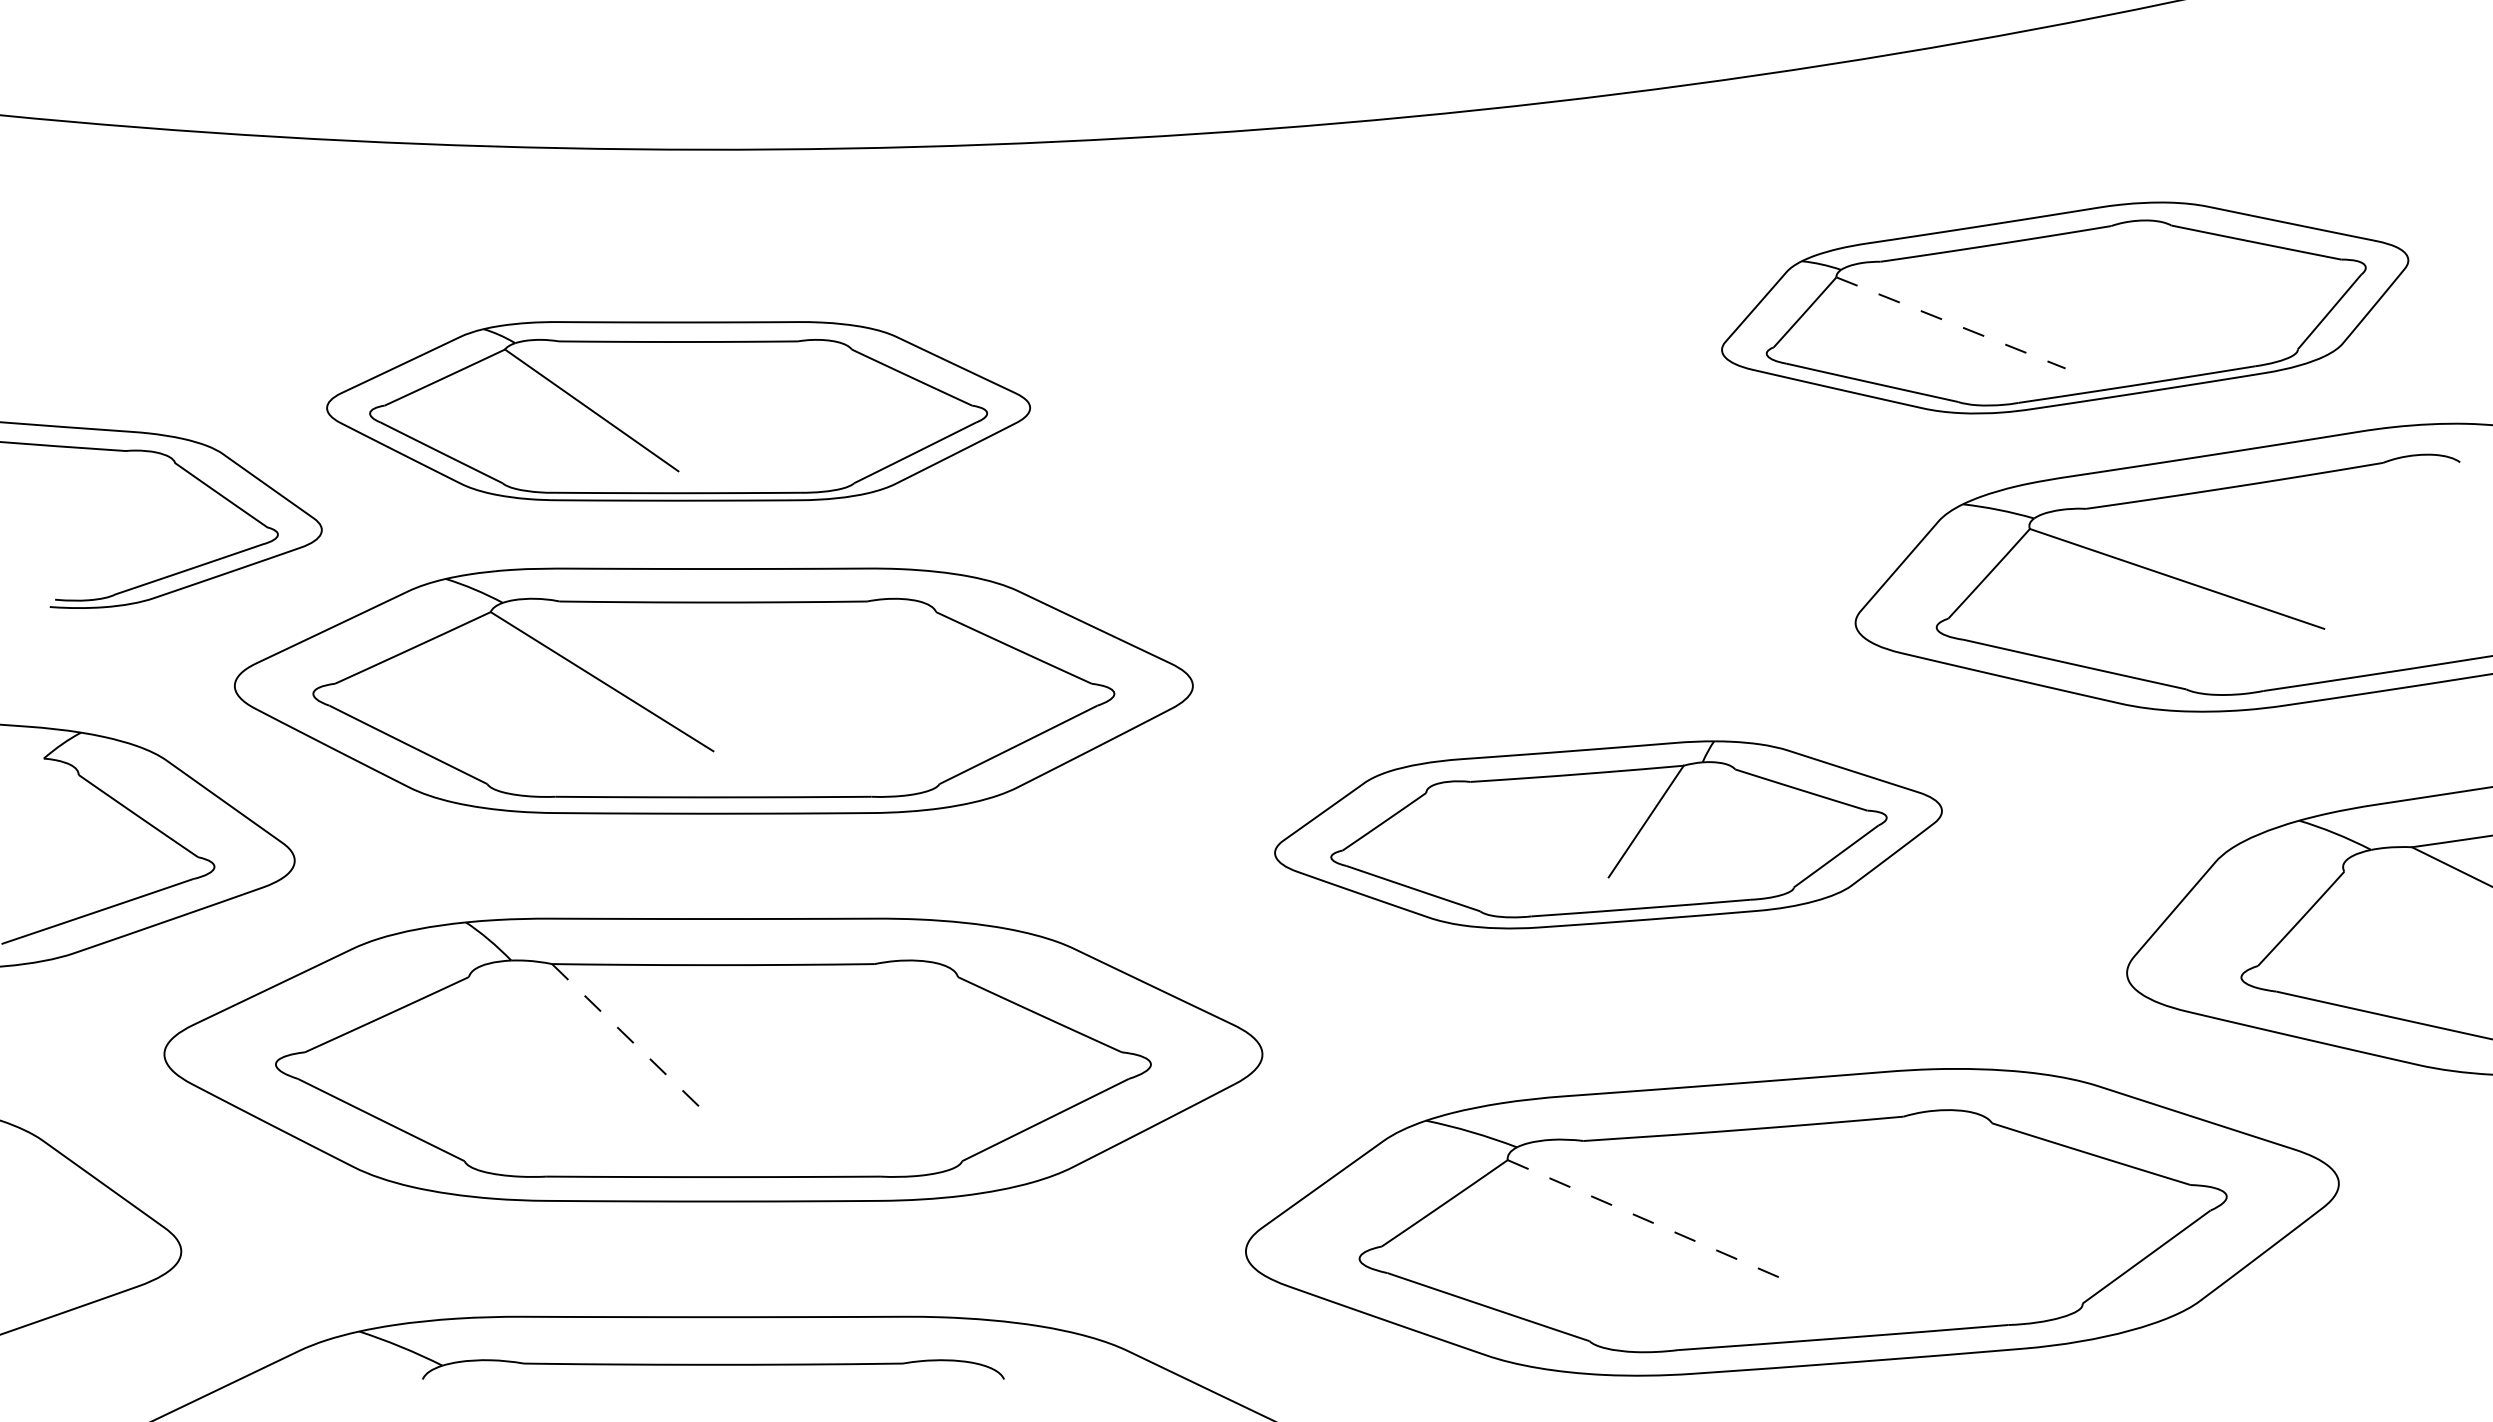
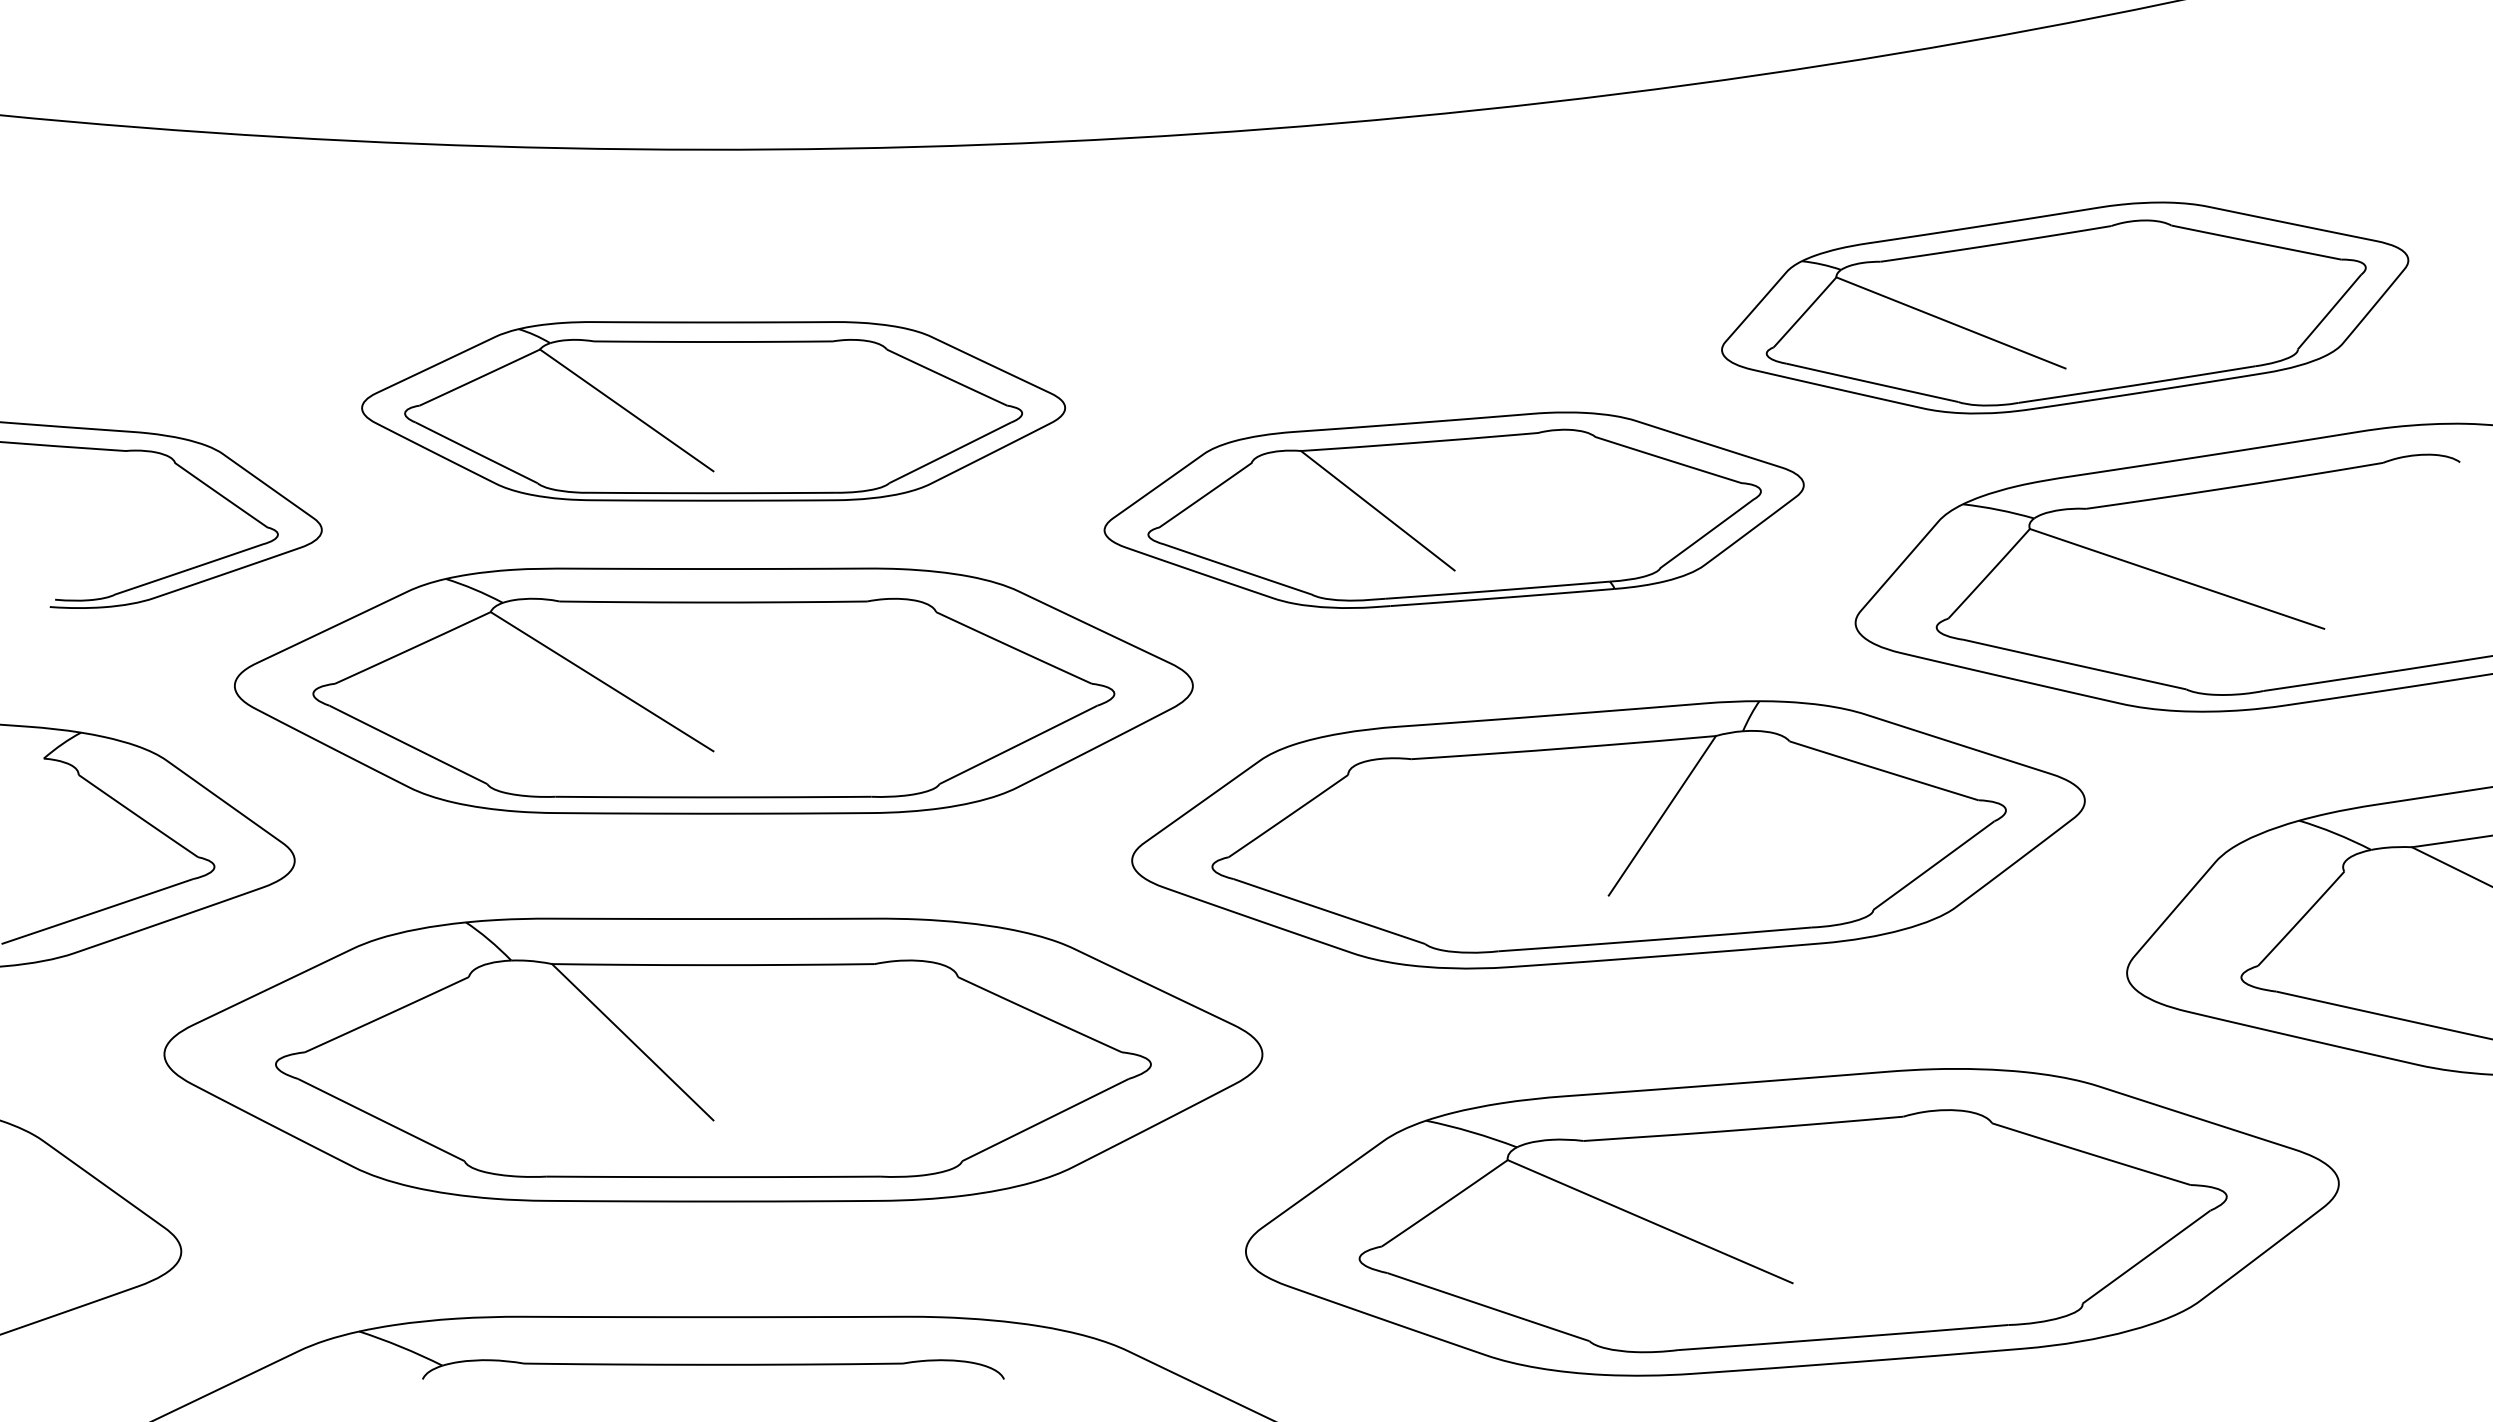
line at (1951, 323): dashed -> solid
part at (678, 411) position: (678, 411) -> (713, 411)
part at (1453, 509): none -> present
part at (1608, 834) size: 669x190 px -> 955x270 px
line at (633, 1042): dashed -> solid
line at (1650, 1221): dashed -> solid
